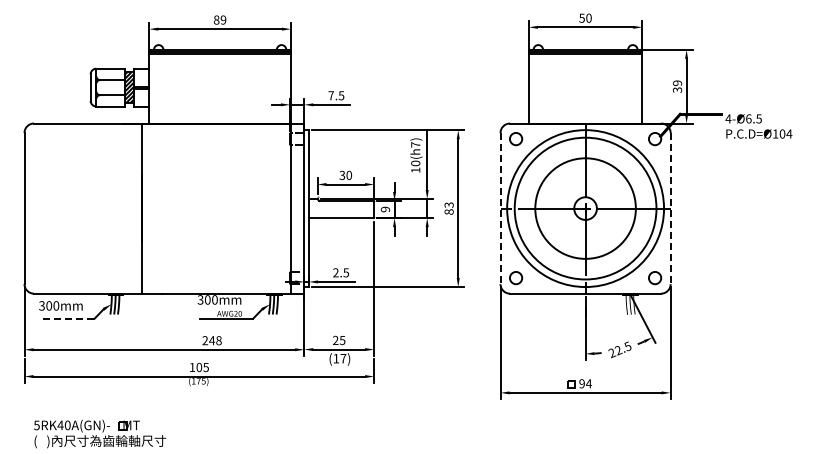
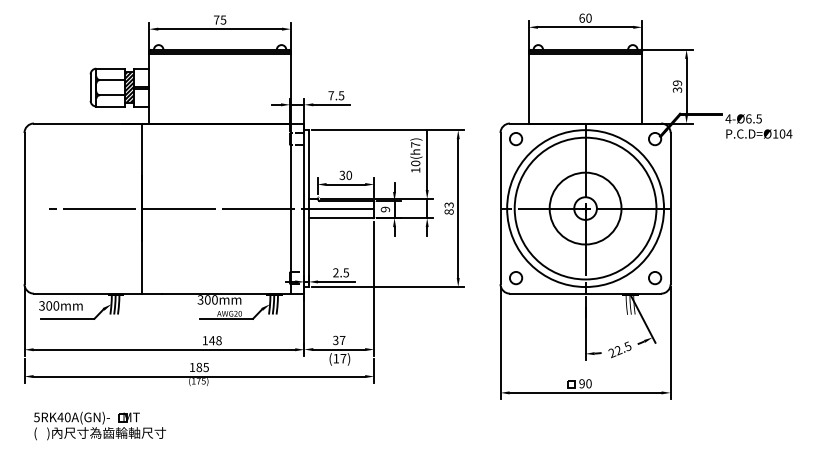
text at (581, 17): 50 -> 60
text at (219, 19): 89 -> 75
line at (211, 208): none -> present
line at (500, 208): dashed -> solid
circle at (585, 208) diameter: 101 px -> 72 px
line at (670, 208): dashed -> solid
line at (67, 318): dashed -> solid
text at (205, 340): 248 -> 148
text at (339, 340): 25 -> 37
text at (199, 367): 105 -> 185
text at (588, 383): 94 -> 90
part at (100, 433) position: (100, 433) -> (100, 425)
